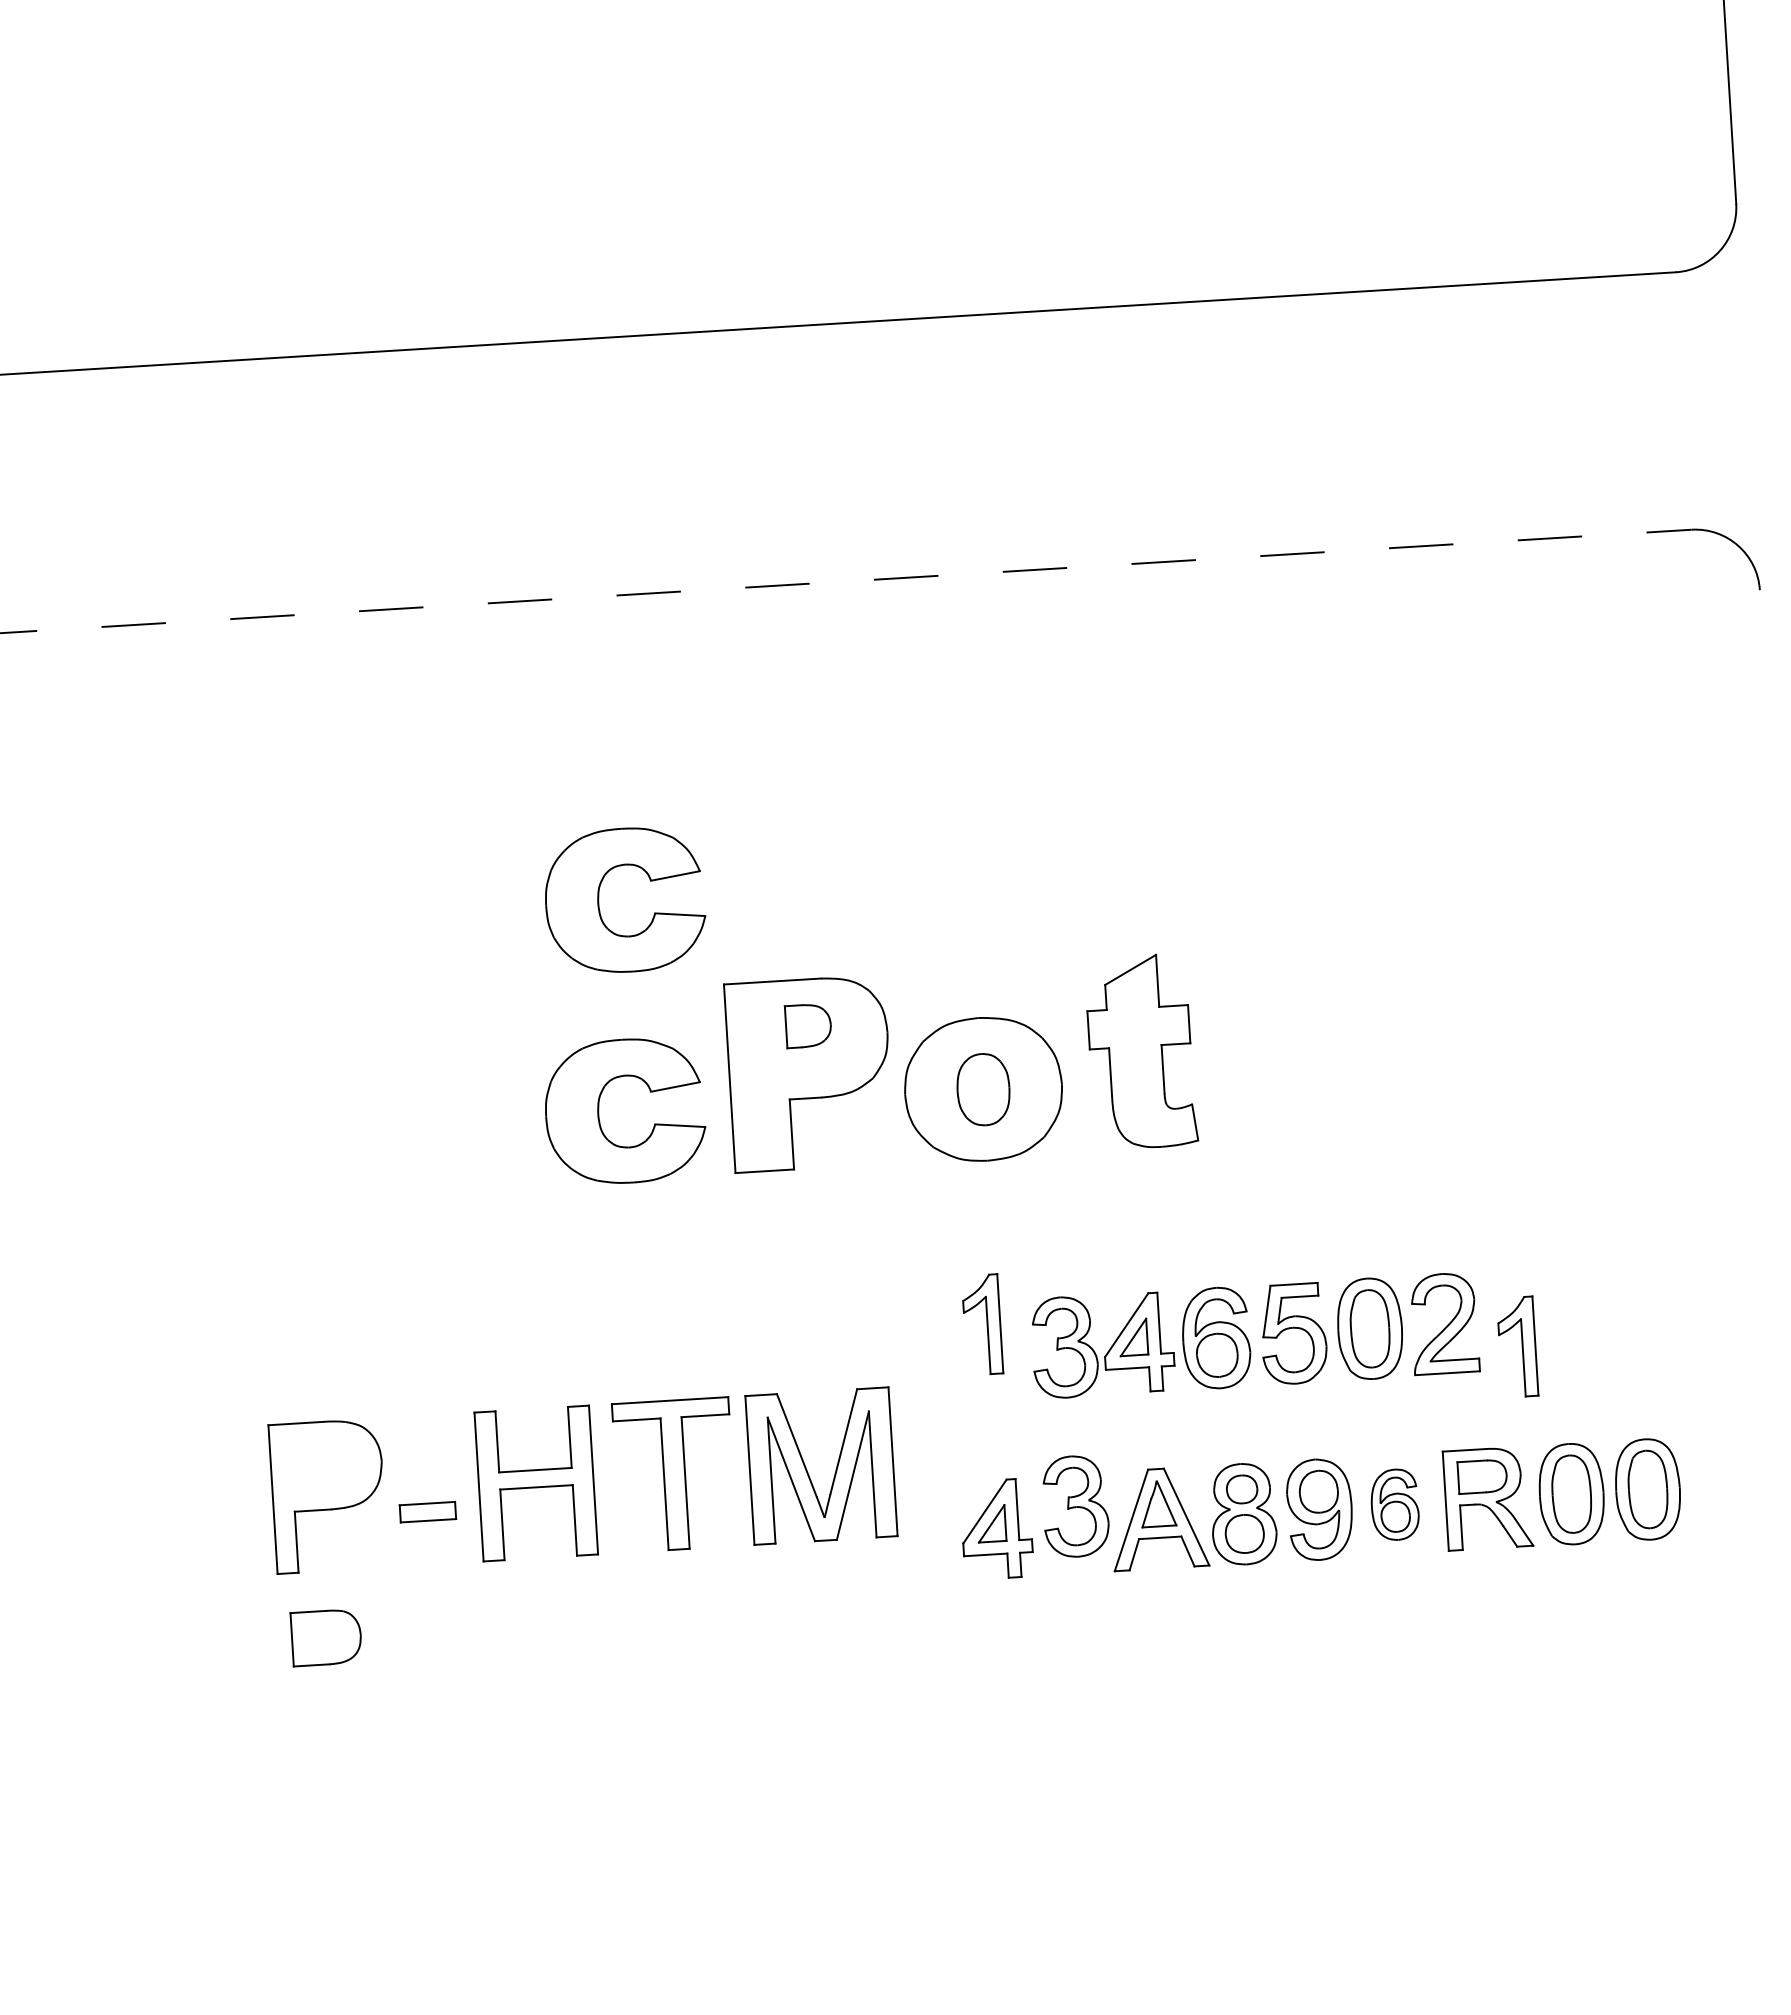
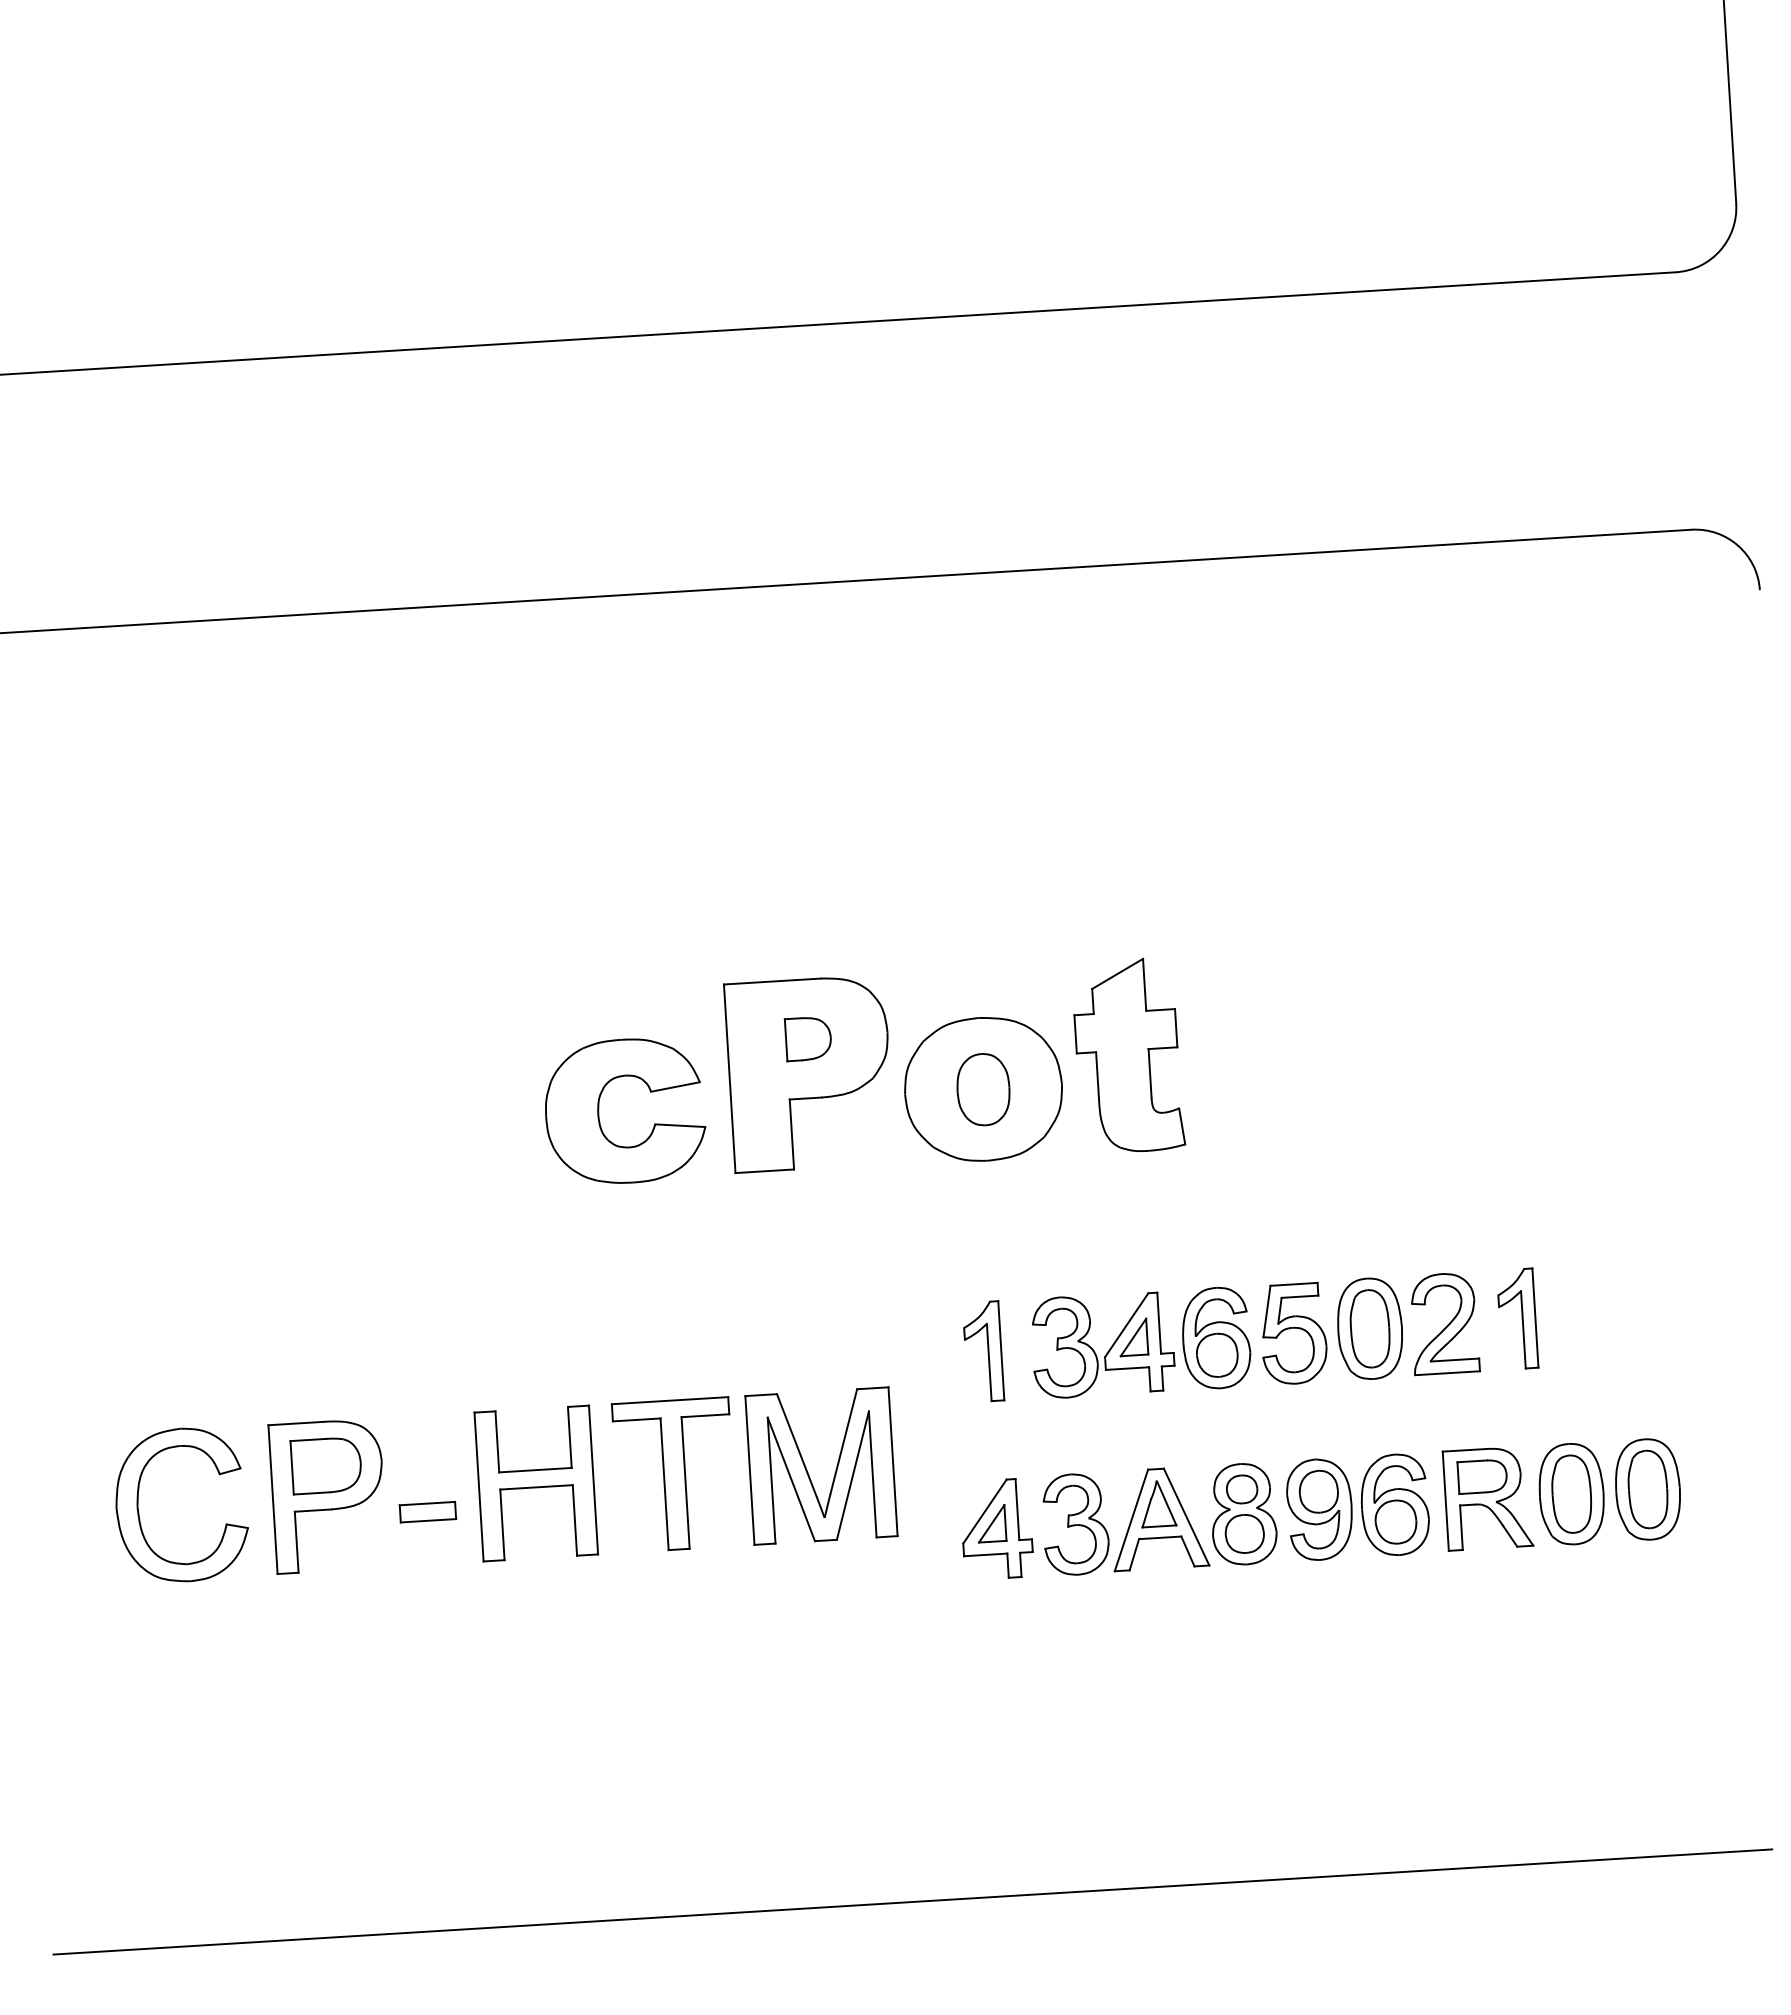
line at (846, 581): dashed -> solid
part at (599, 899): present -> none
part at (807, 1026) position: (807, 1026) -> (807, 1039)
part at (1142, 1050) position: (1142, 1050) -> (1129, 1054)
part at (983, 1324) position: (983, 1324) -> (984, 1351)
part at (1518, 1346) position: (1518, 1346) -> (1518, 1318)
part at (1394, 1504) size: 50x73 px -> 70x103 px
part at (1075, 1506) position: (1075, 1506) -> (1075, 1524)
part at (139, 1512): none -> present
part at (325, 1638) position: (325, 1638) -> (325, 1466)
line at (912, 1901): none -> present
